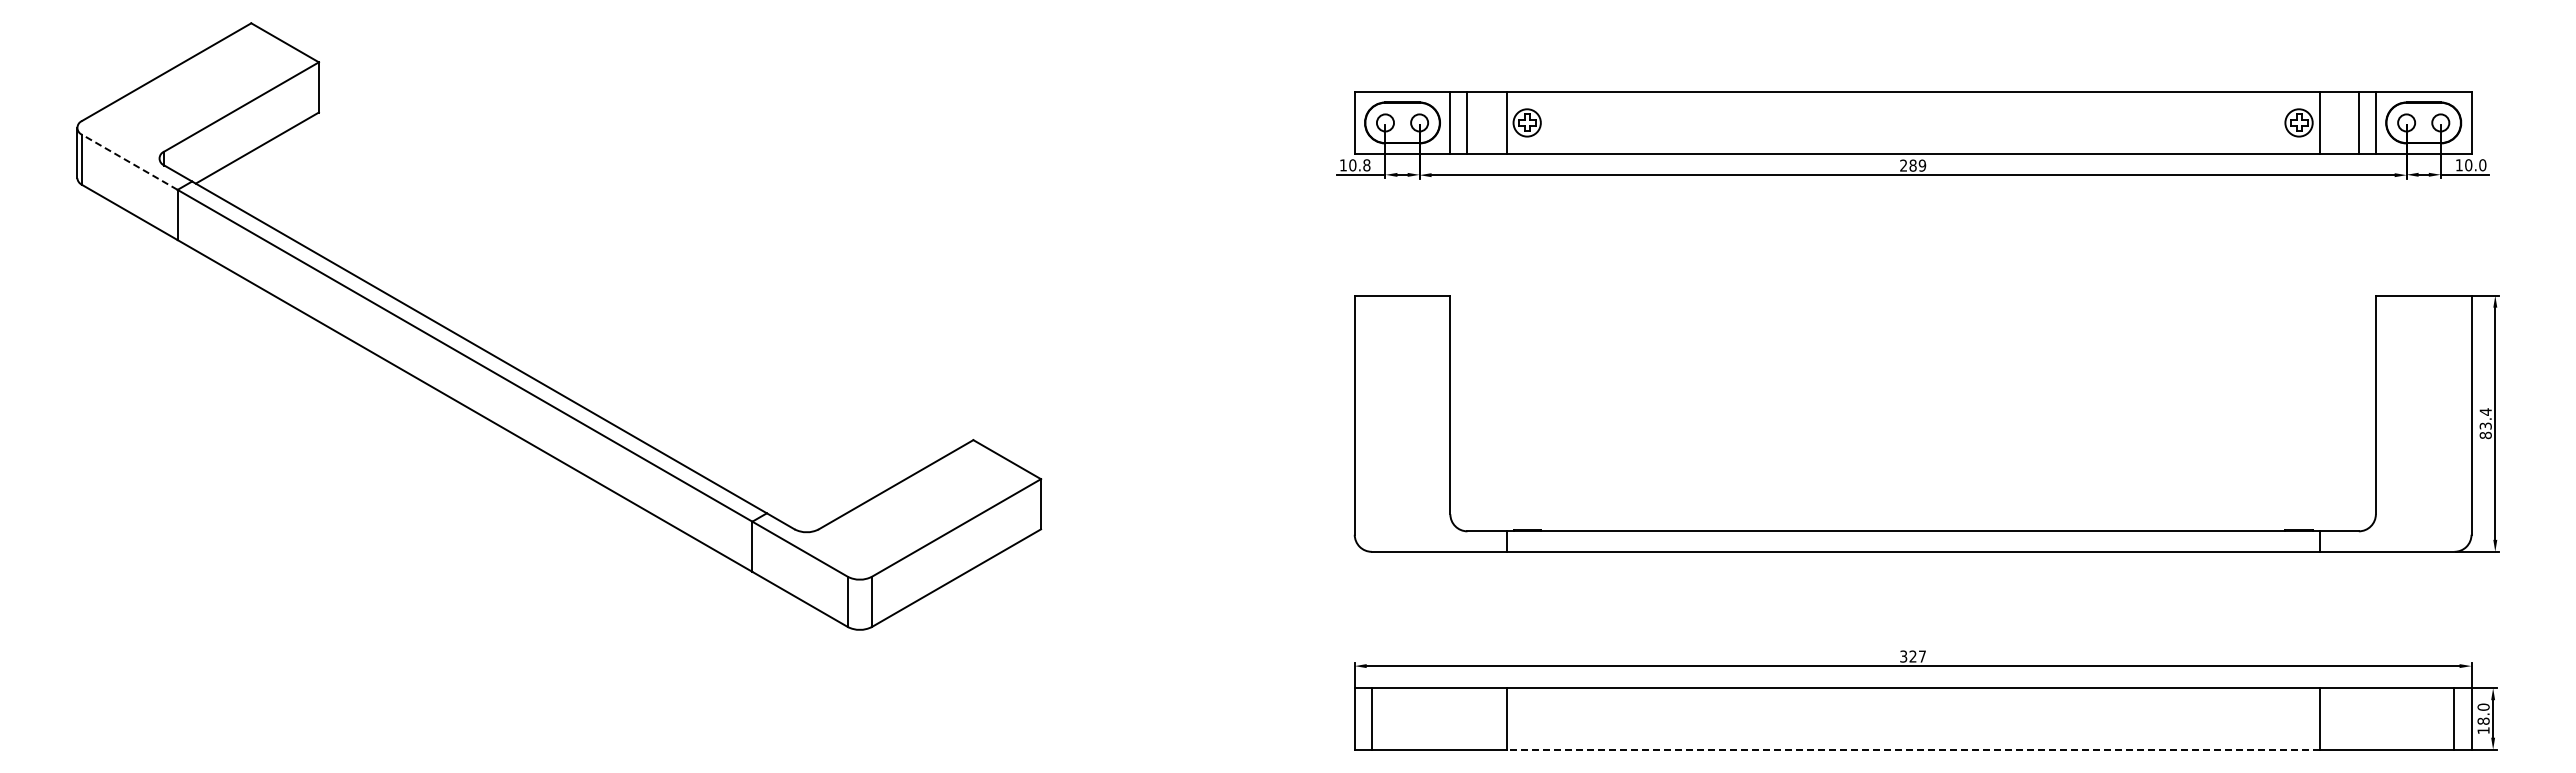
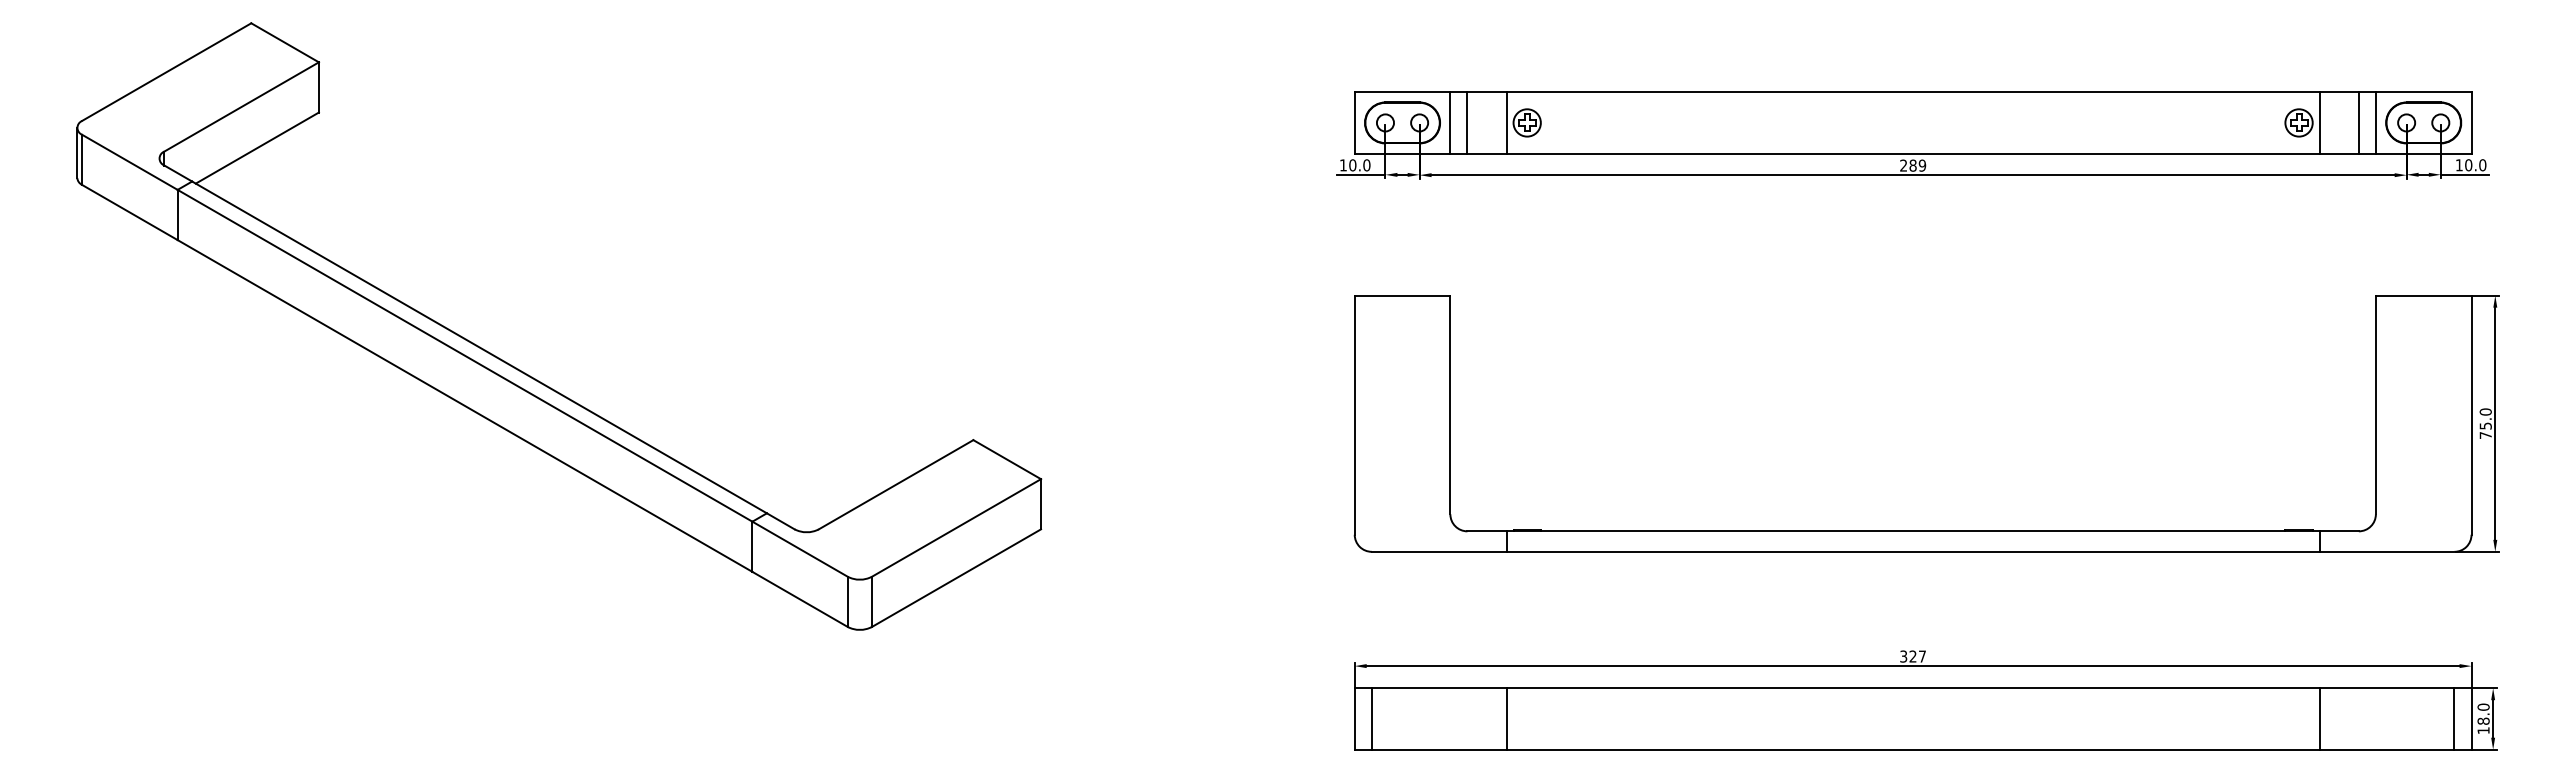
line at (129, 162): dashed -> solid
text at (1366, 165): 10.8 -> 10.0
text at (2485, 423): 83.4 -> 75.0
line at (1912, 749): dashed -> solid
